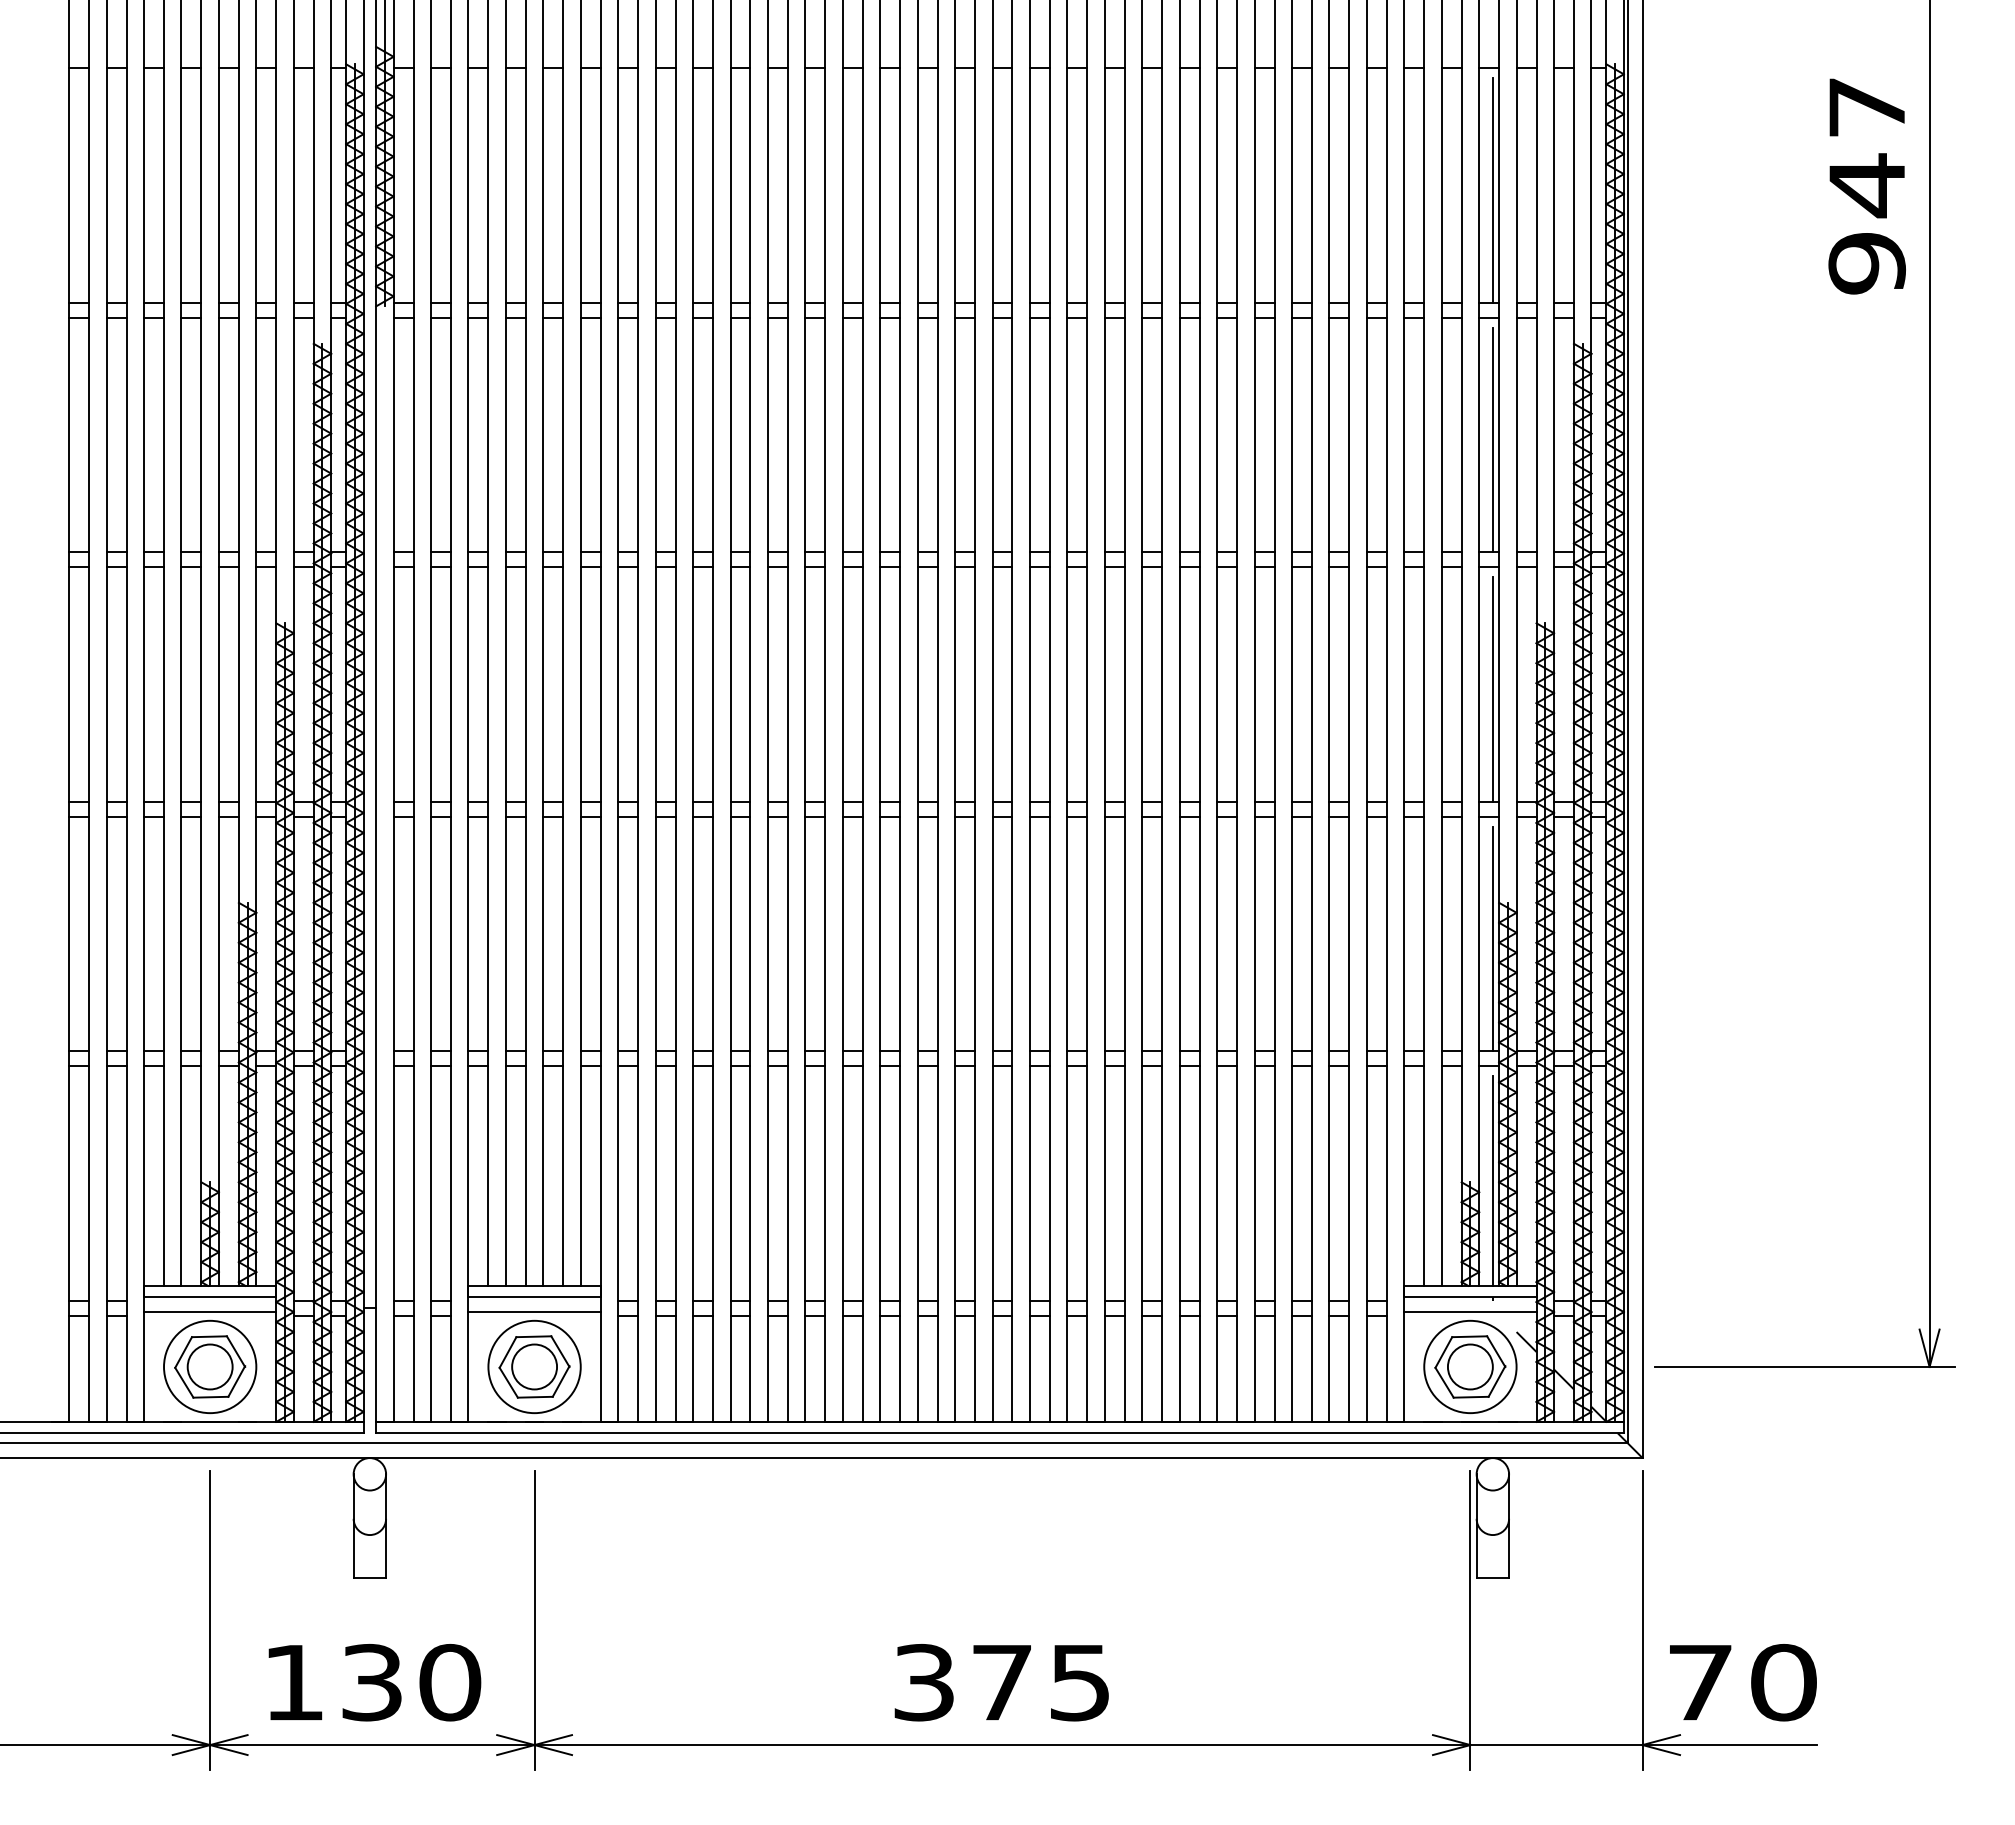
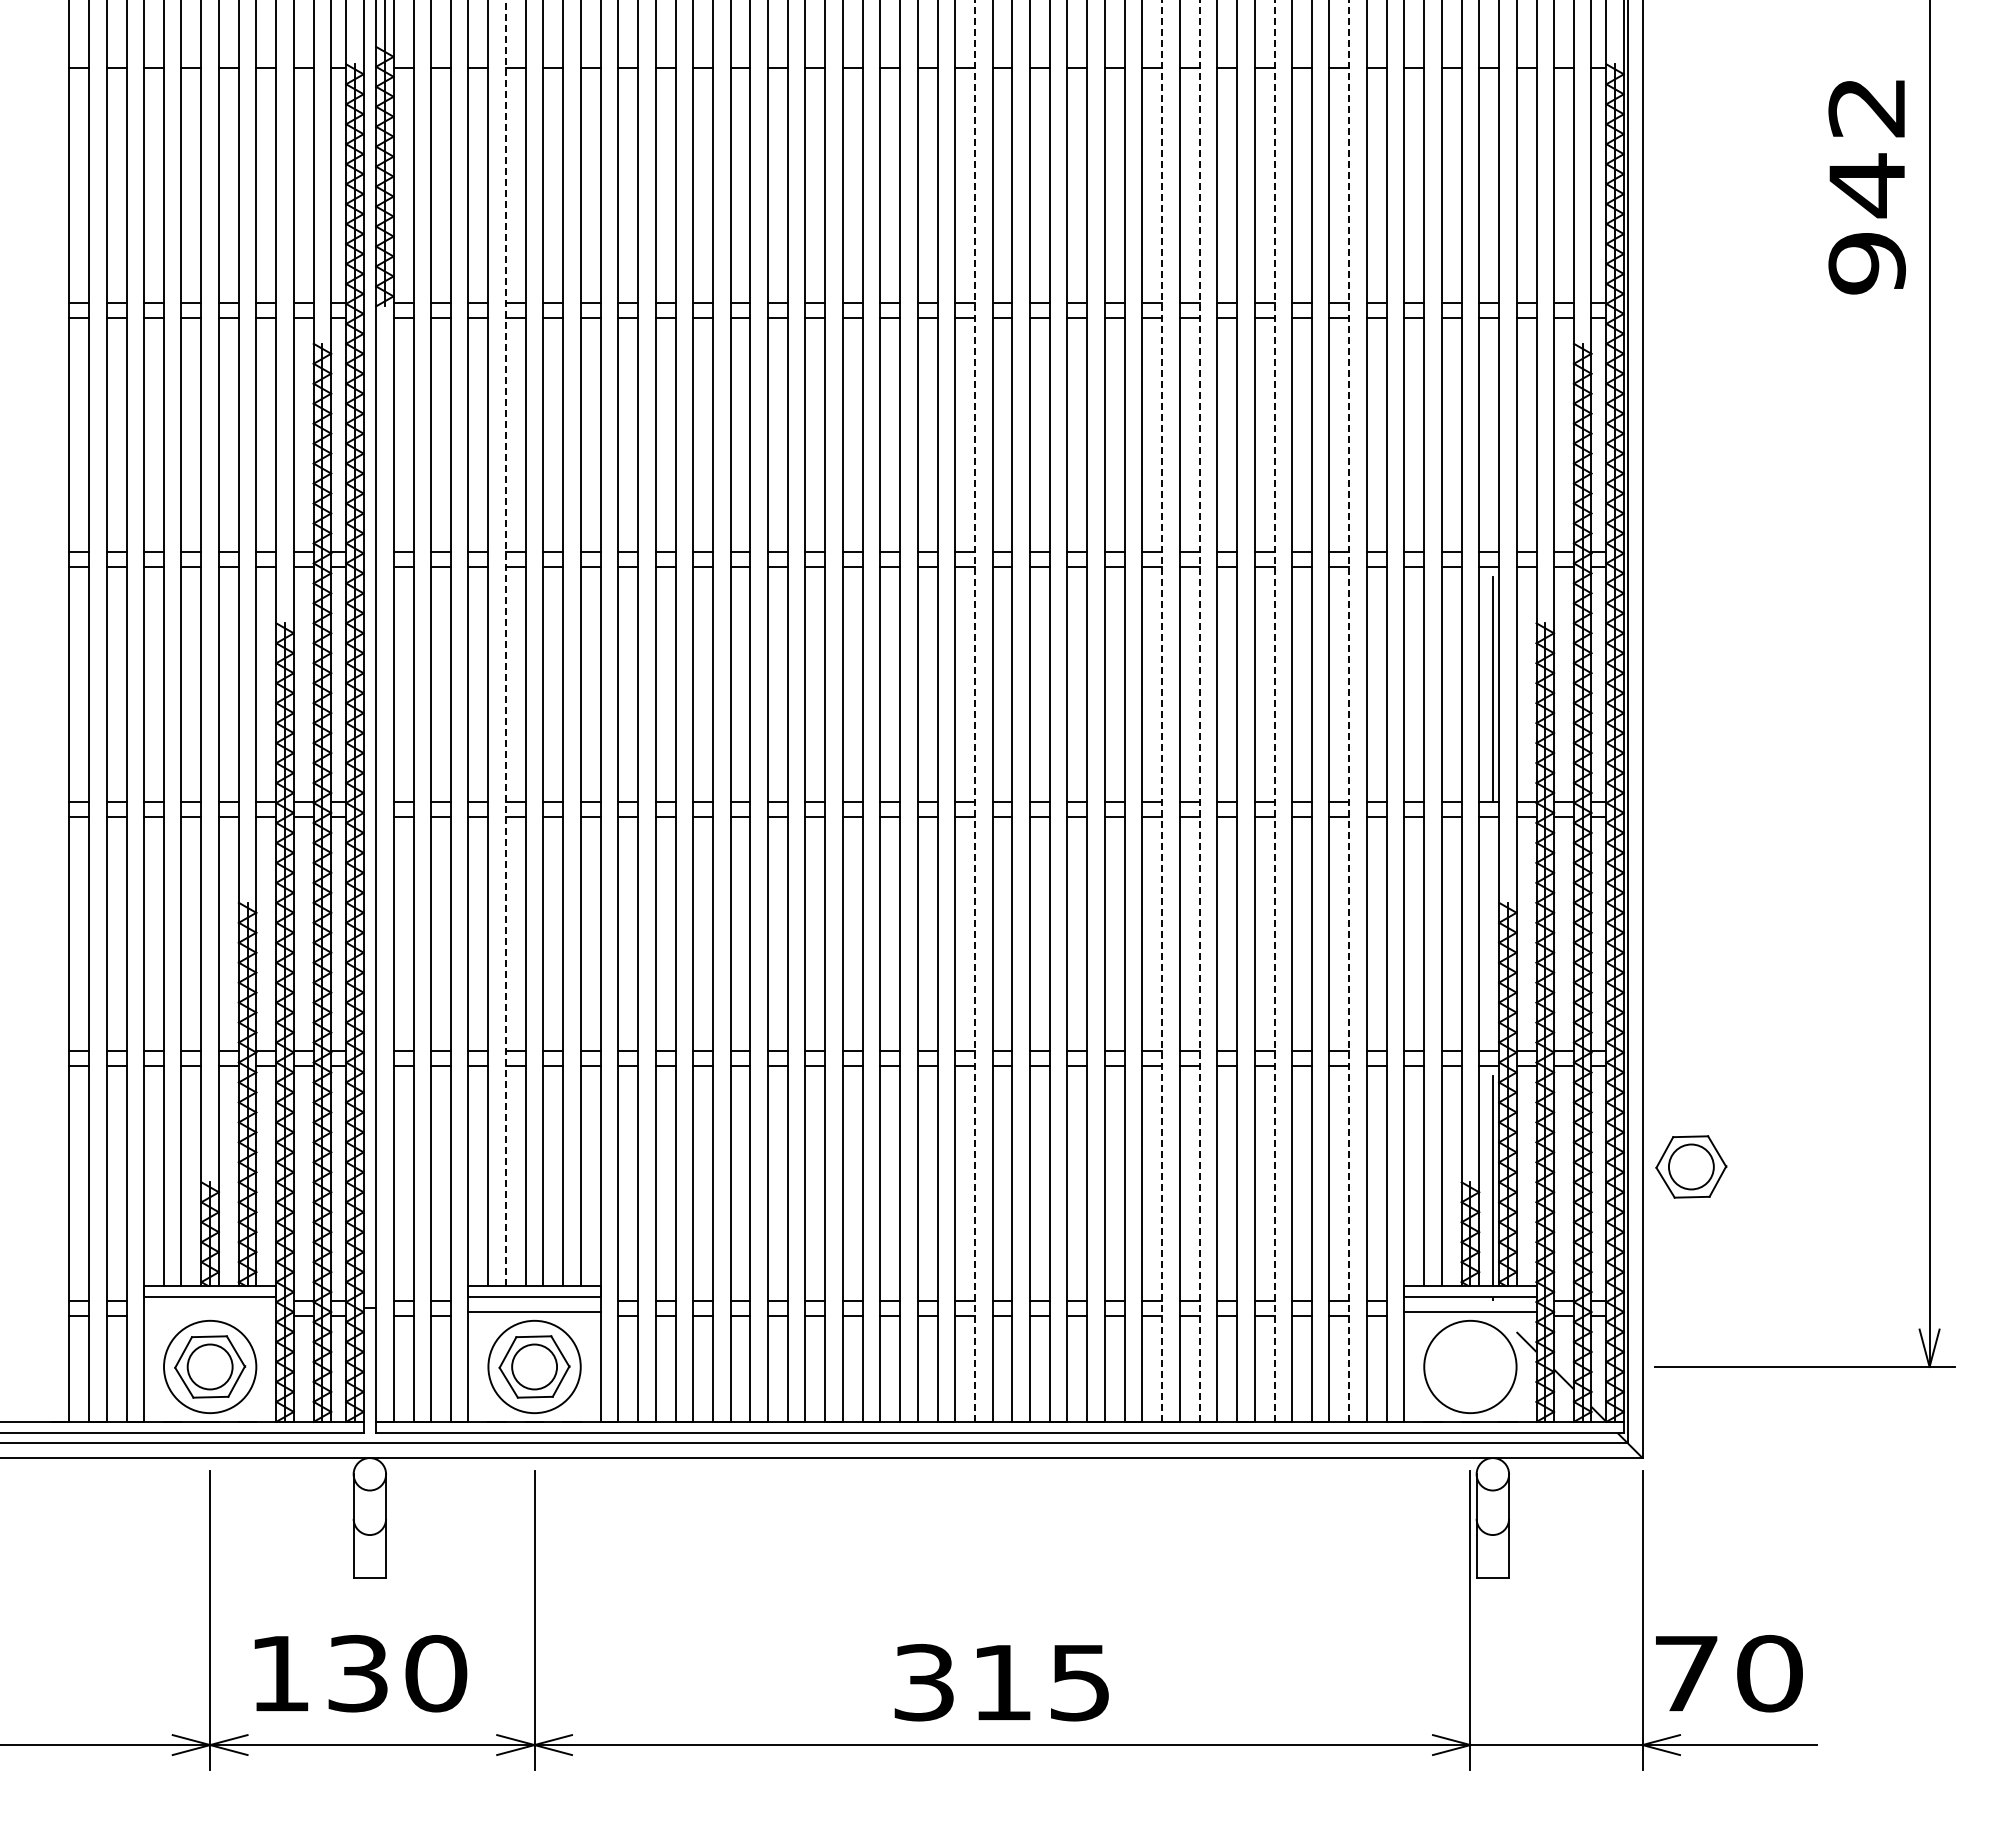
text at (1866, 107): 947 -> 942
line at (1492, 190): present -> none
line at (1492, 439): present -> none
line at (505, 643): solid -> dashed
line at (975, 711): solid -> dashed
line at (1162, 711): solid -> dashed
line at (1199, 711): solid -> dashed
line at (1274, 711): solid -> dashed
line at (1349, 711): solid -> dashed
line at (1492, 938): present -> none
line at (210, 1312): present -> none
part at (1470, 1366) position: (1470, 1366) -> (1691, 1166)
text at (374, 1682) position: (374, 1682) -> (360, 1673)
text at (1001, 1682): 375 -> 315
text at (1743, 1682) position: (1743, 1682) -> (1729, 1673)
